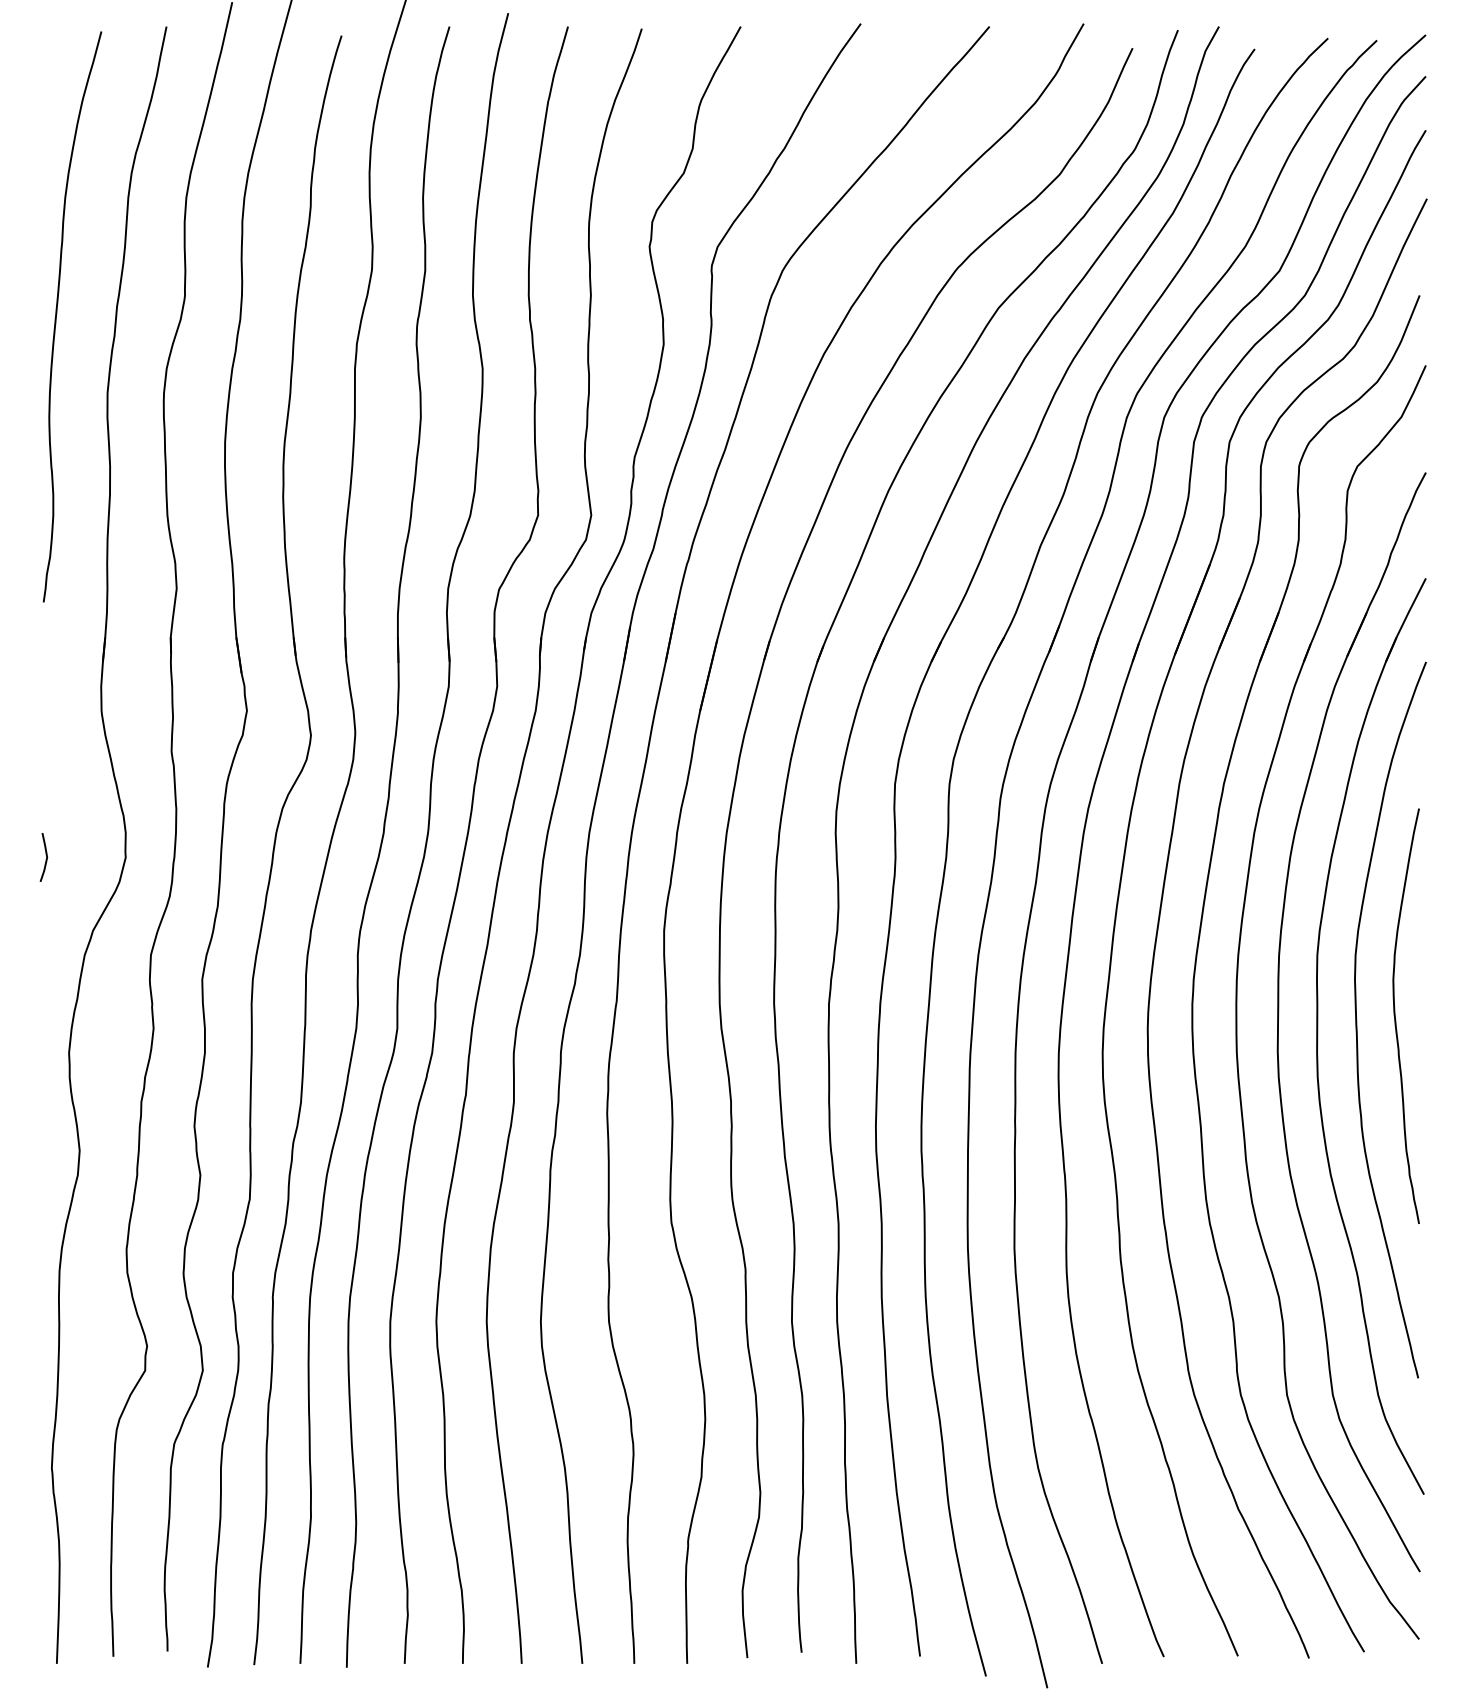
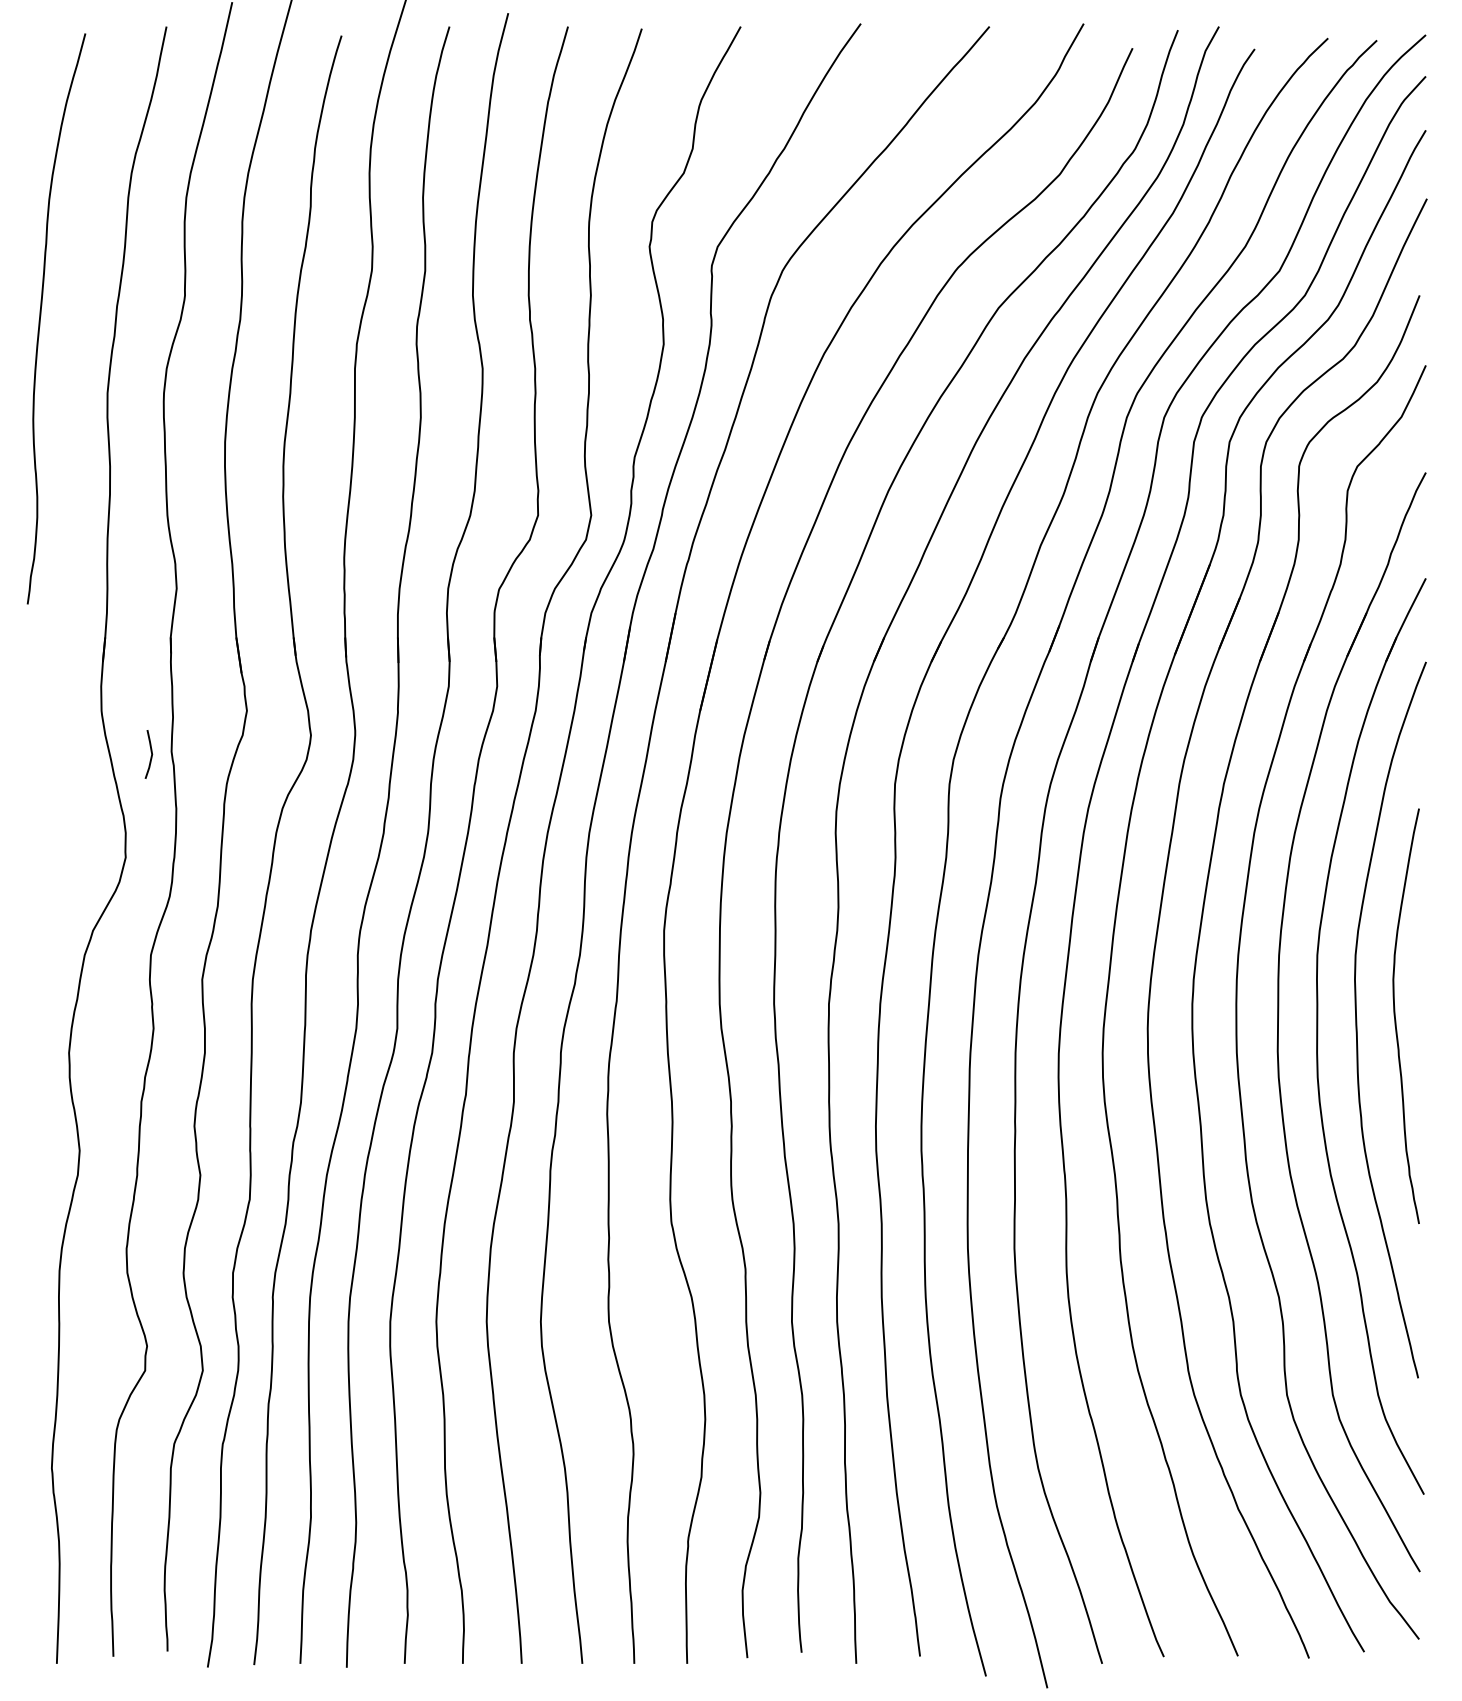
curve at (57, 314) position: (57, 314) -> (41, 316)
line at (45, 859) position: (45, 859) -> (150, 756)
